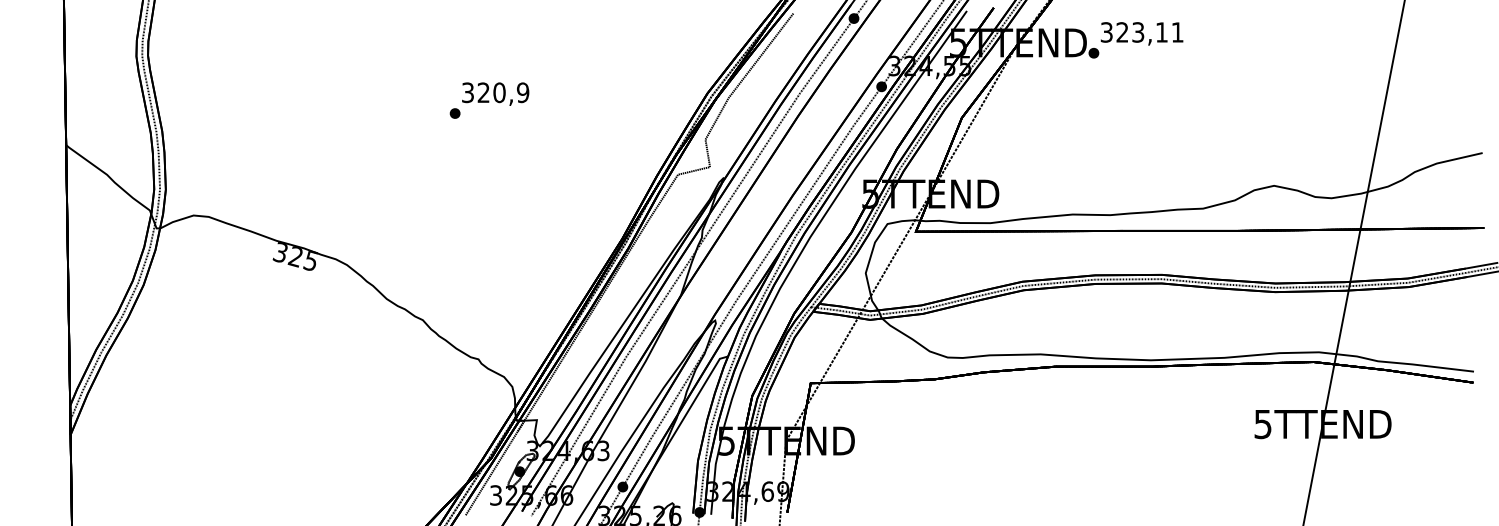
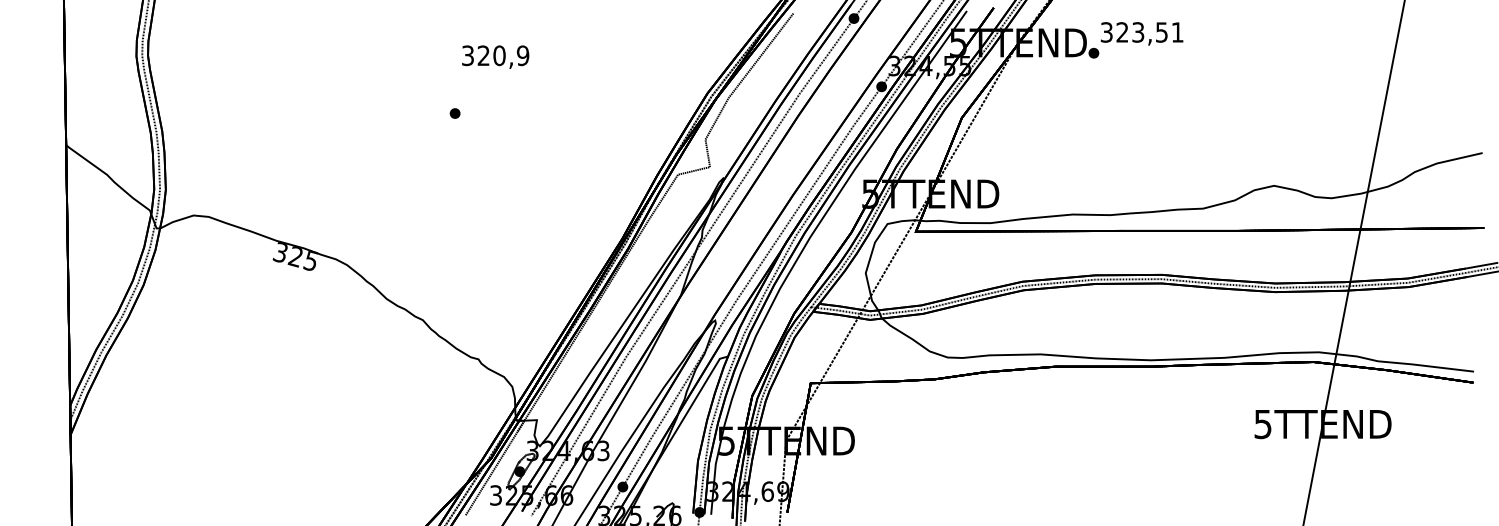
text at (1161, 32): 323,11 -> 323,51
text at (495, 93) position: (495, 93) -> (495, 56)
